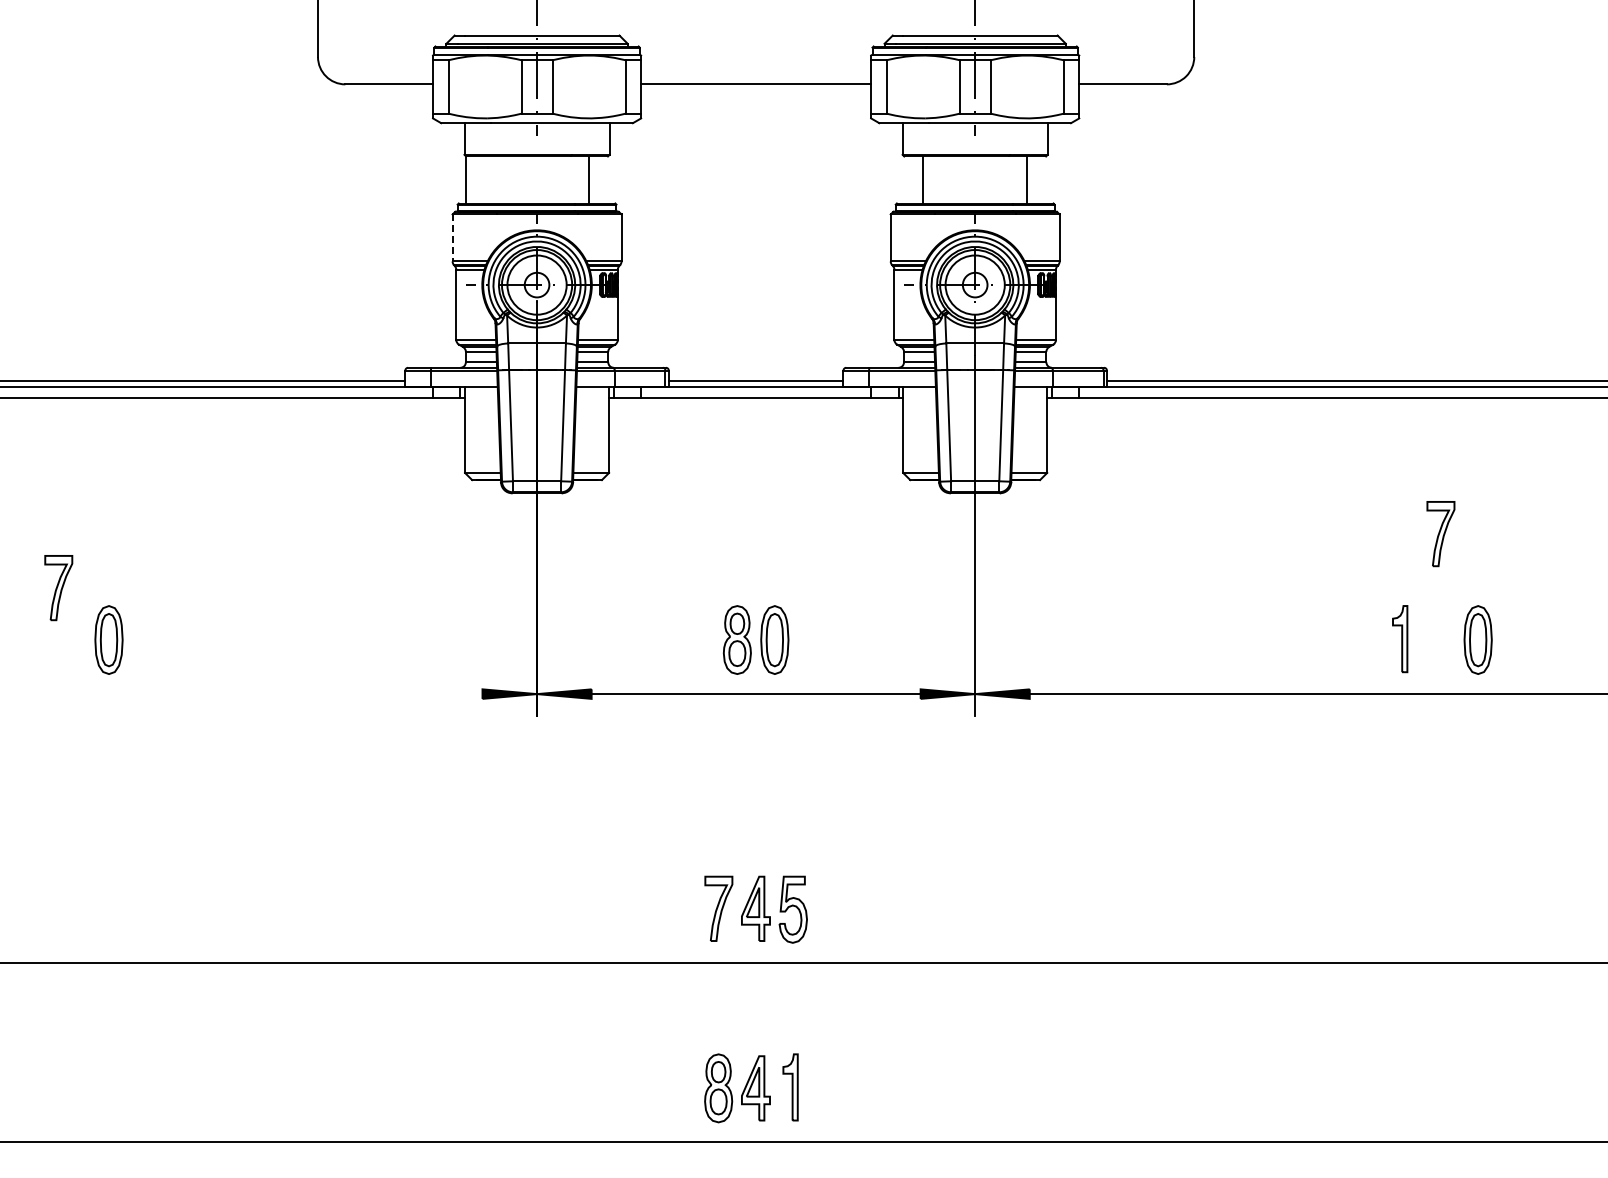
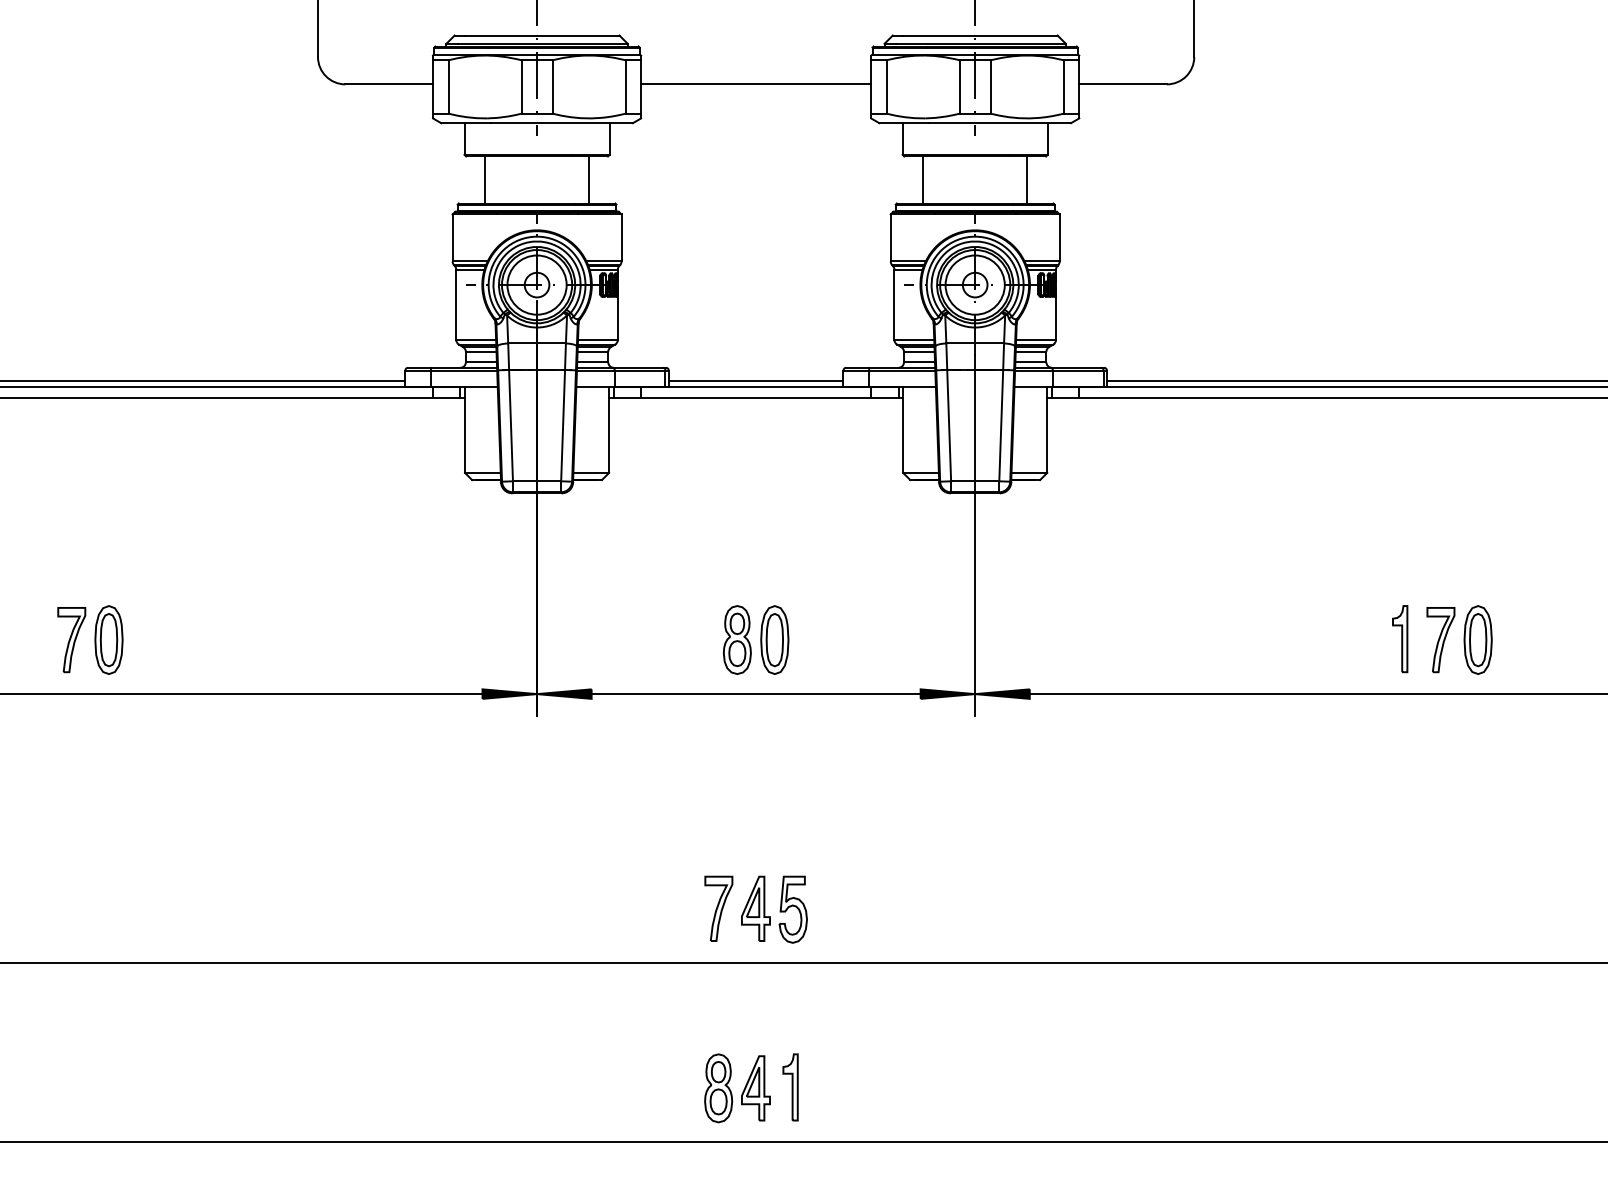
line at (466, 179) position: (466, 179) -> (485, 179)
line at (452, 237): dashed -> solid
part at (1440, 534) position: (1440, 534) -> (1440, 640)
part at (58, 588) position: (58, 588) -> (71, 640)
line at (242, 694): none -> present
